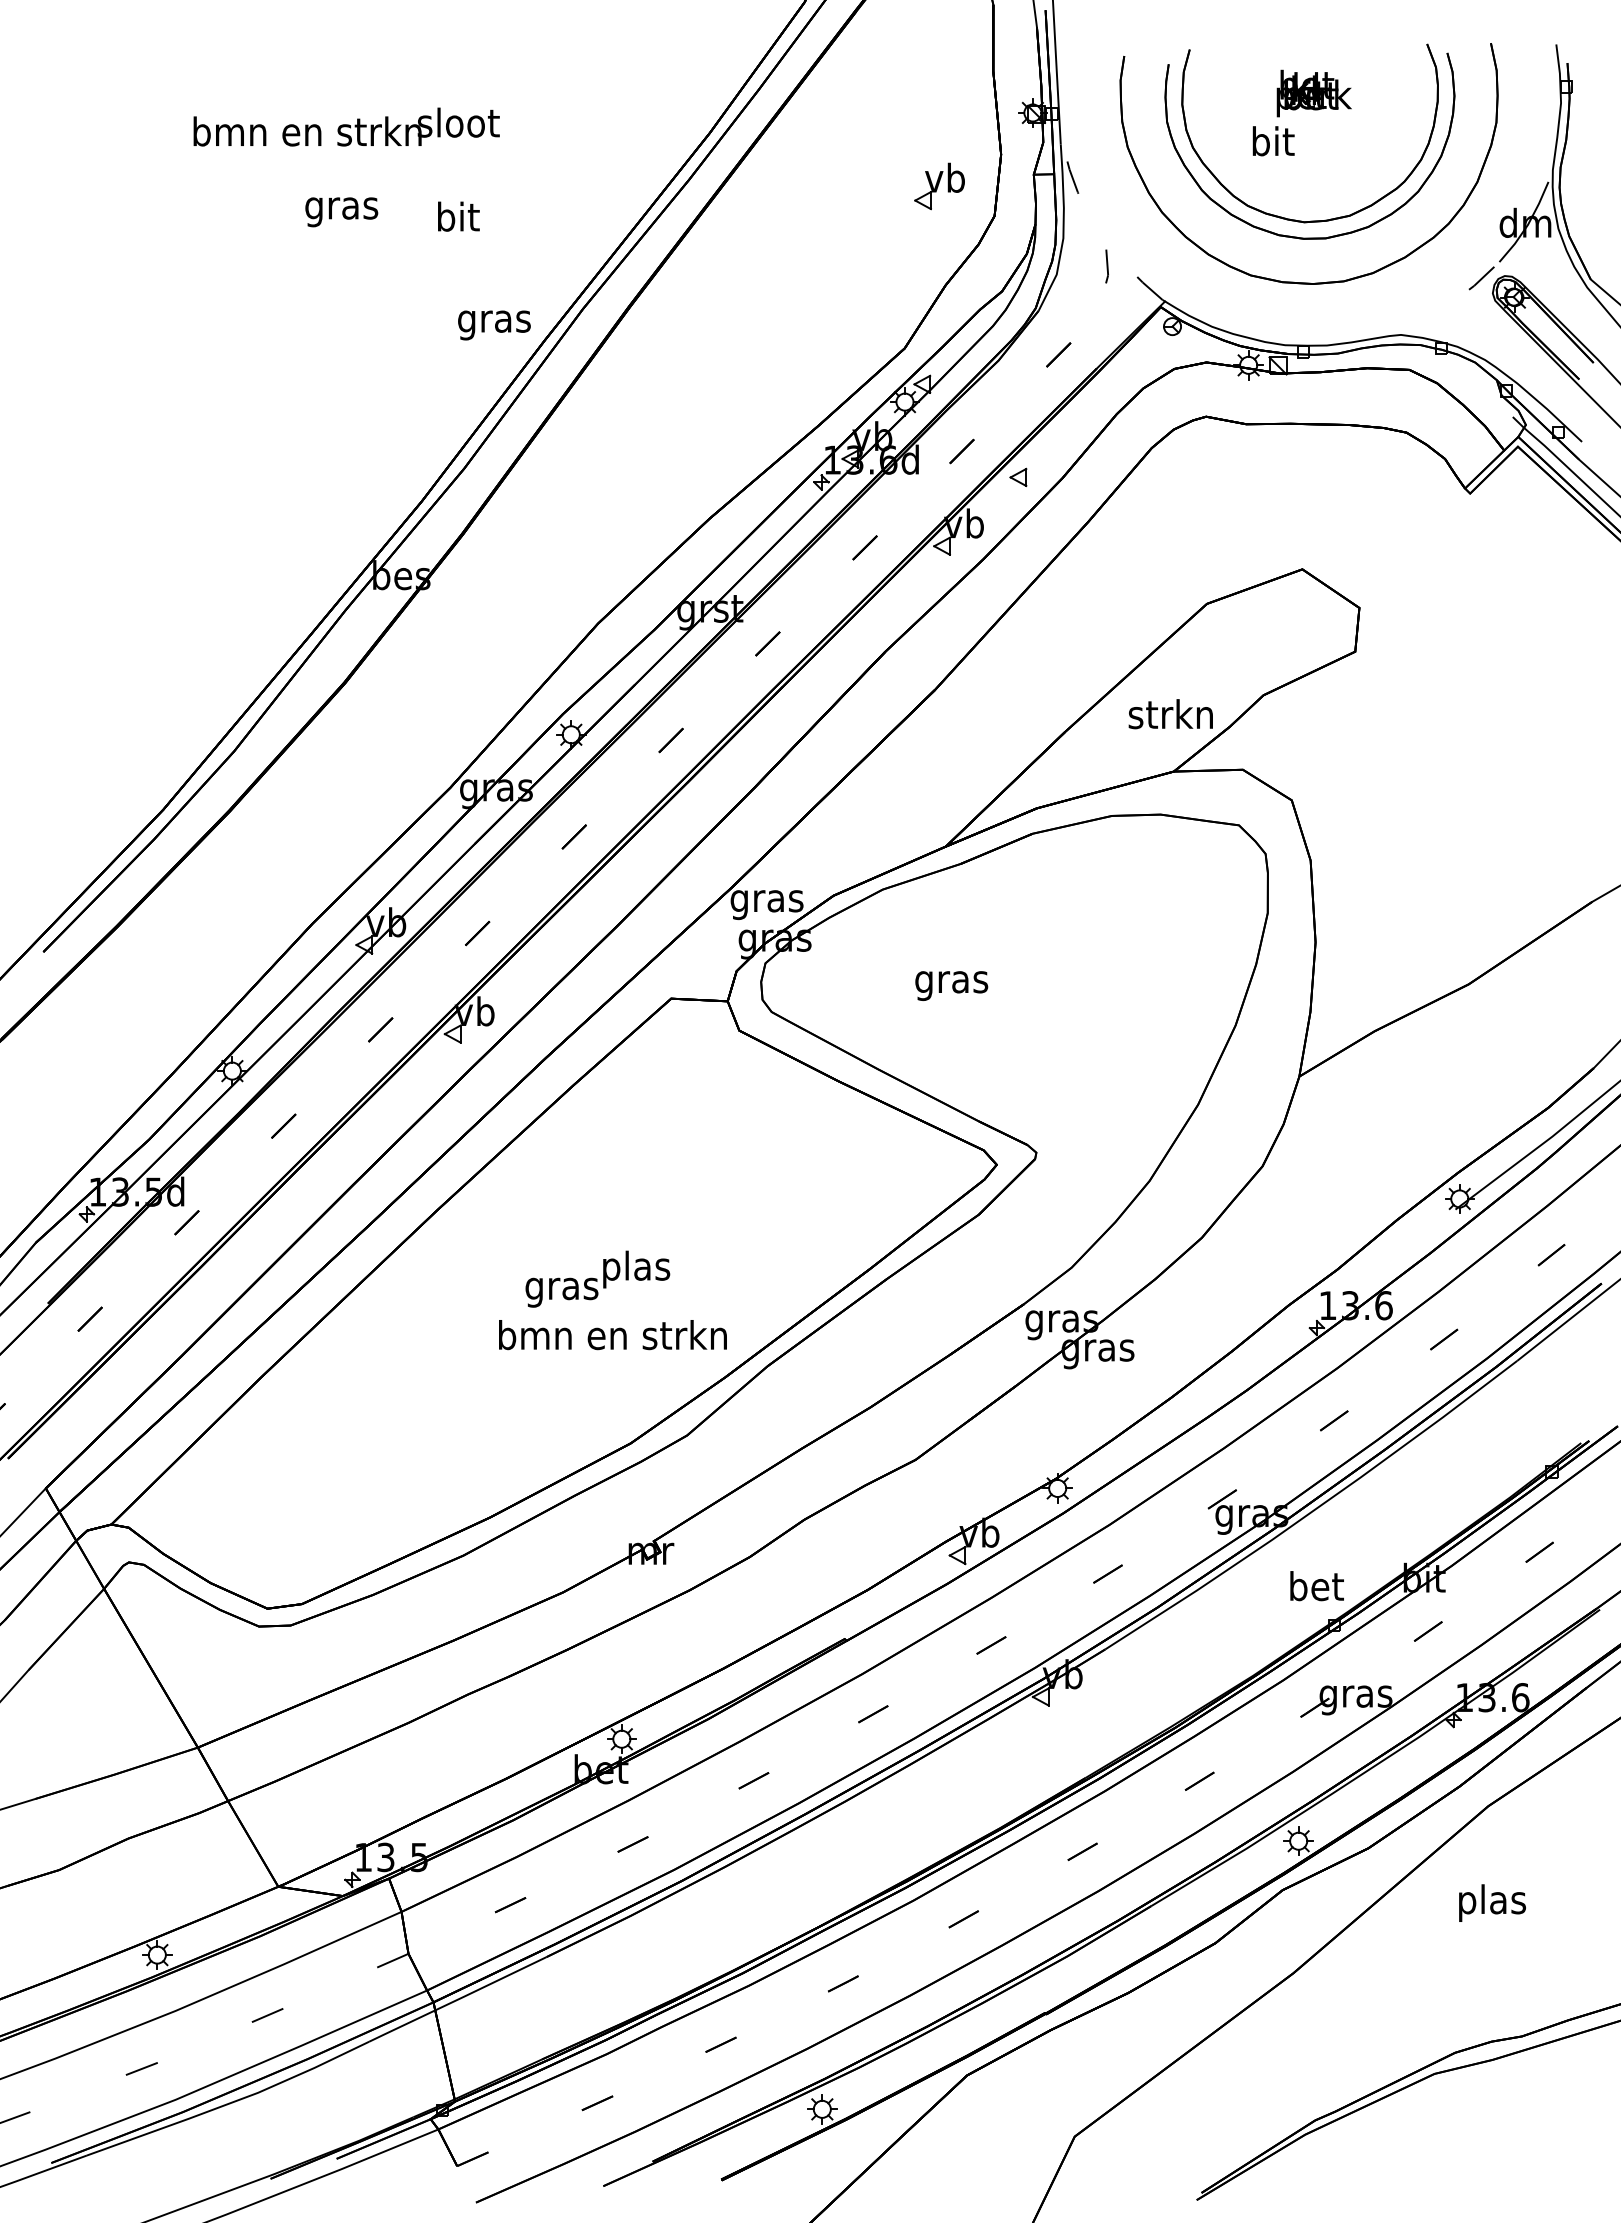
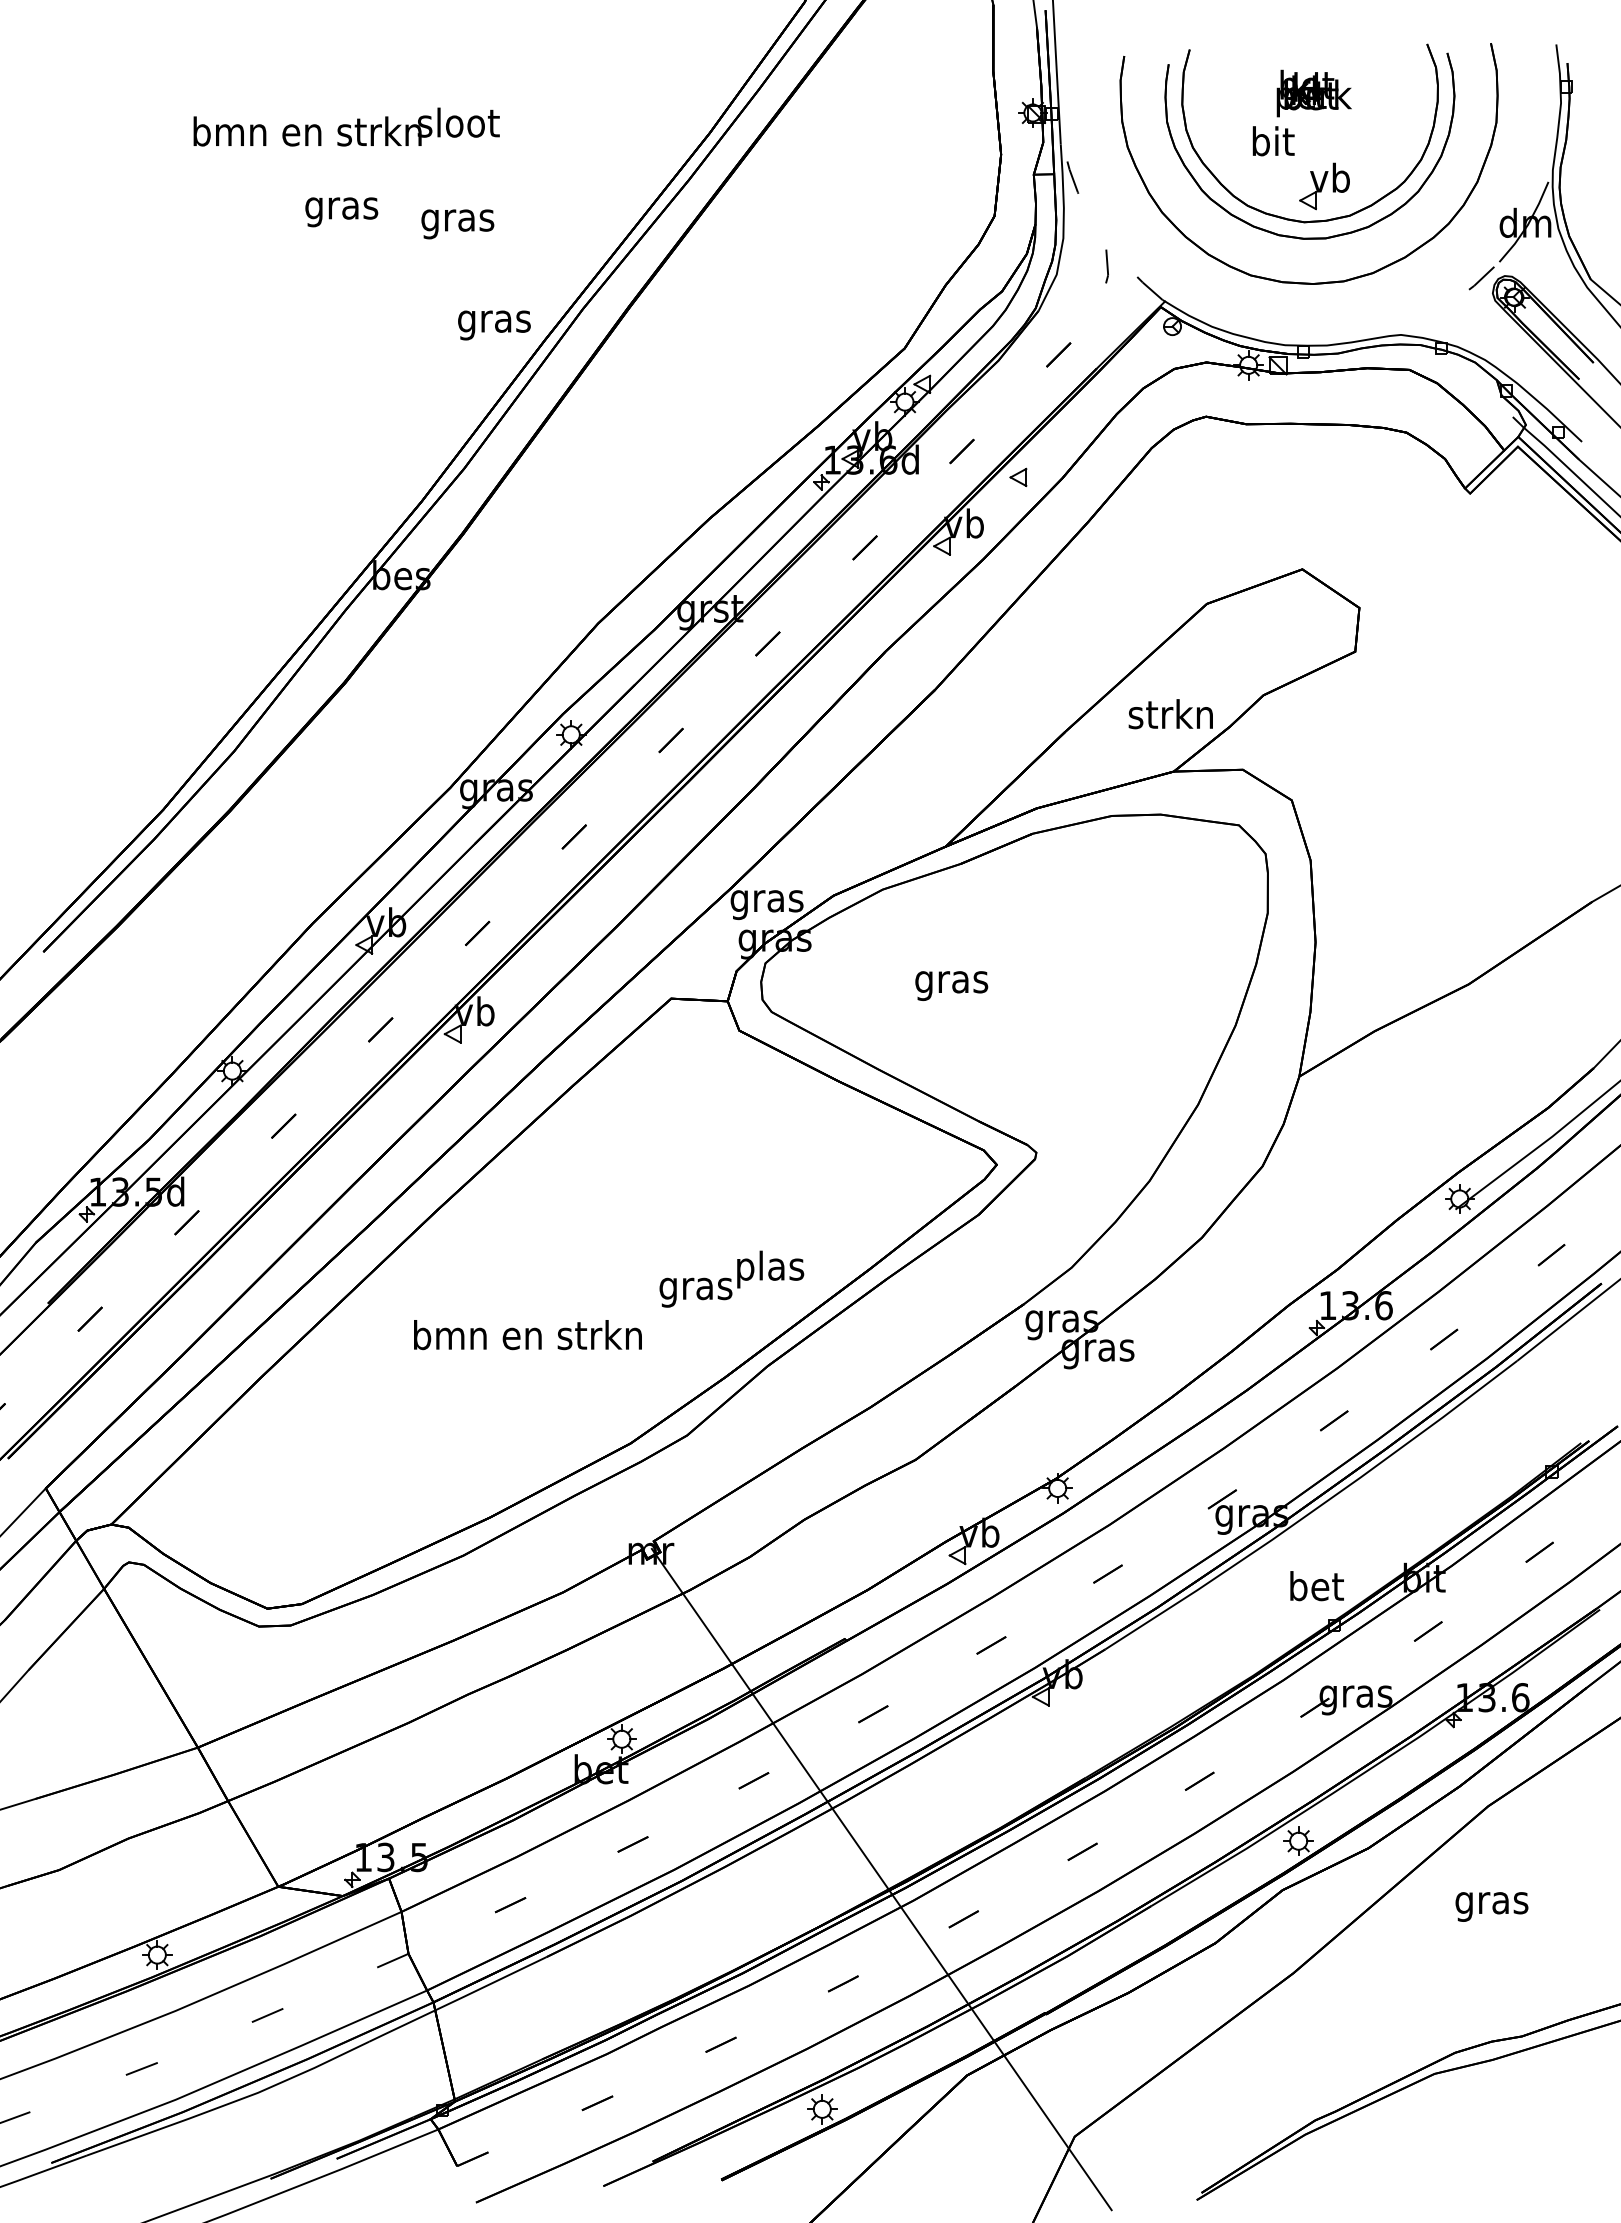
part at (939, 186) position: (939, 186) -> (1324, 186)
text at (457, 220): bit -> gras
text at (597, 1278) position: (597, 1278) -> (731, 1278)
text at (612, 1335) position: (612, 1335) -> (527, 1335)
line at (881, 1879): none -> present
text at (1491, 1902): plas -> gras
